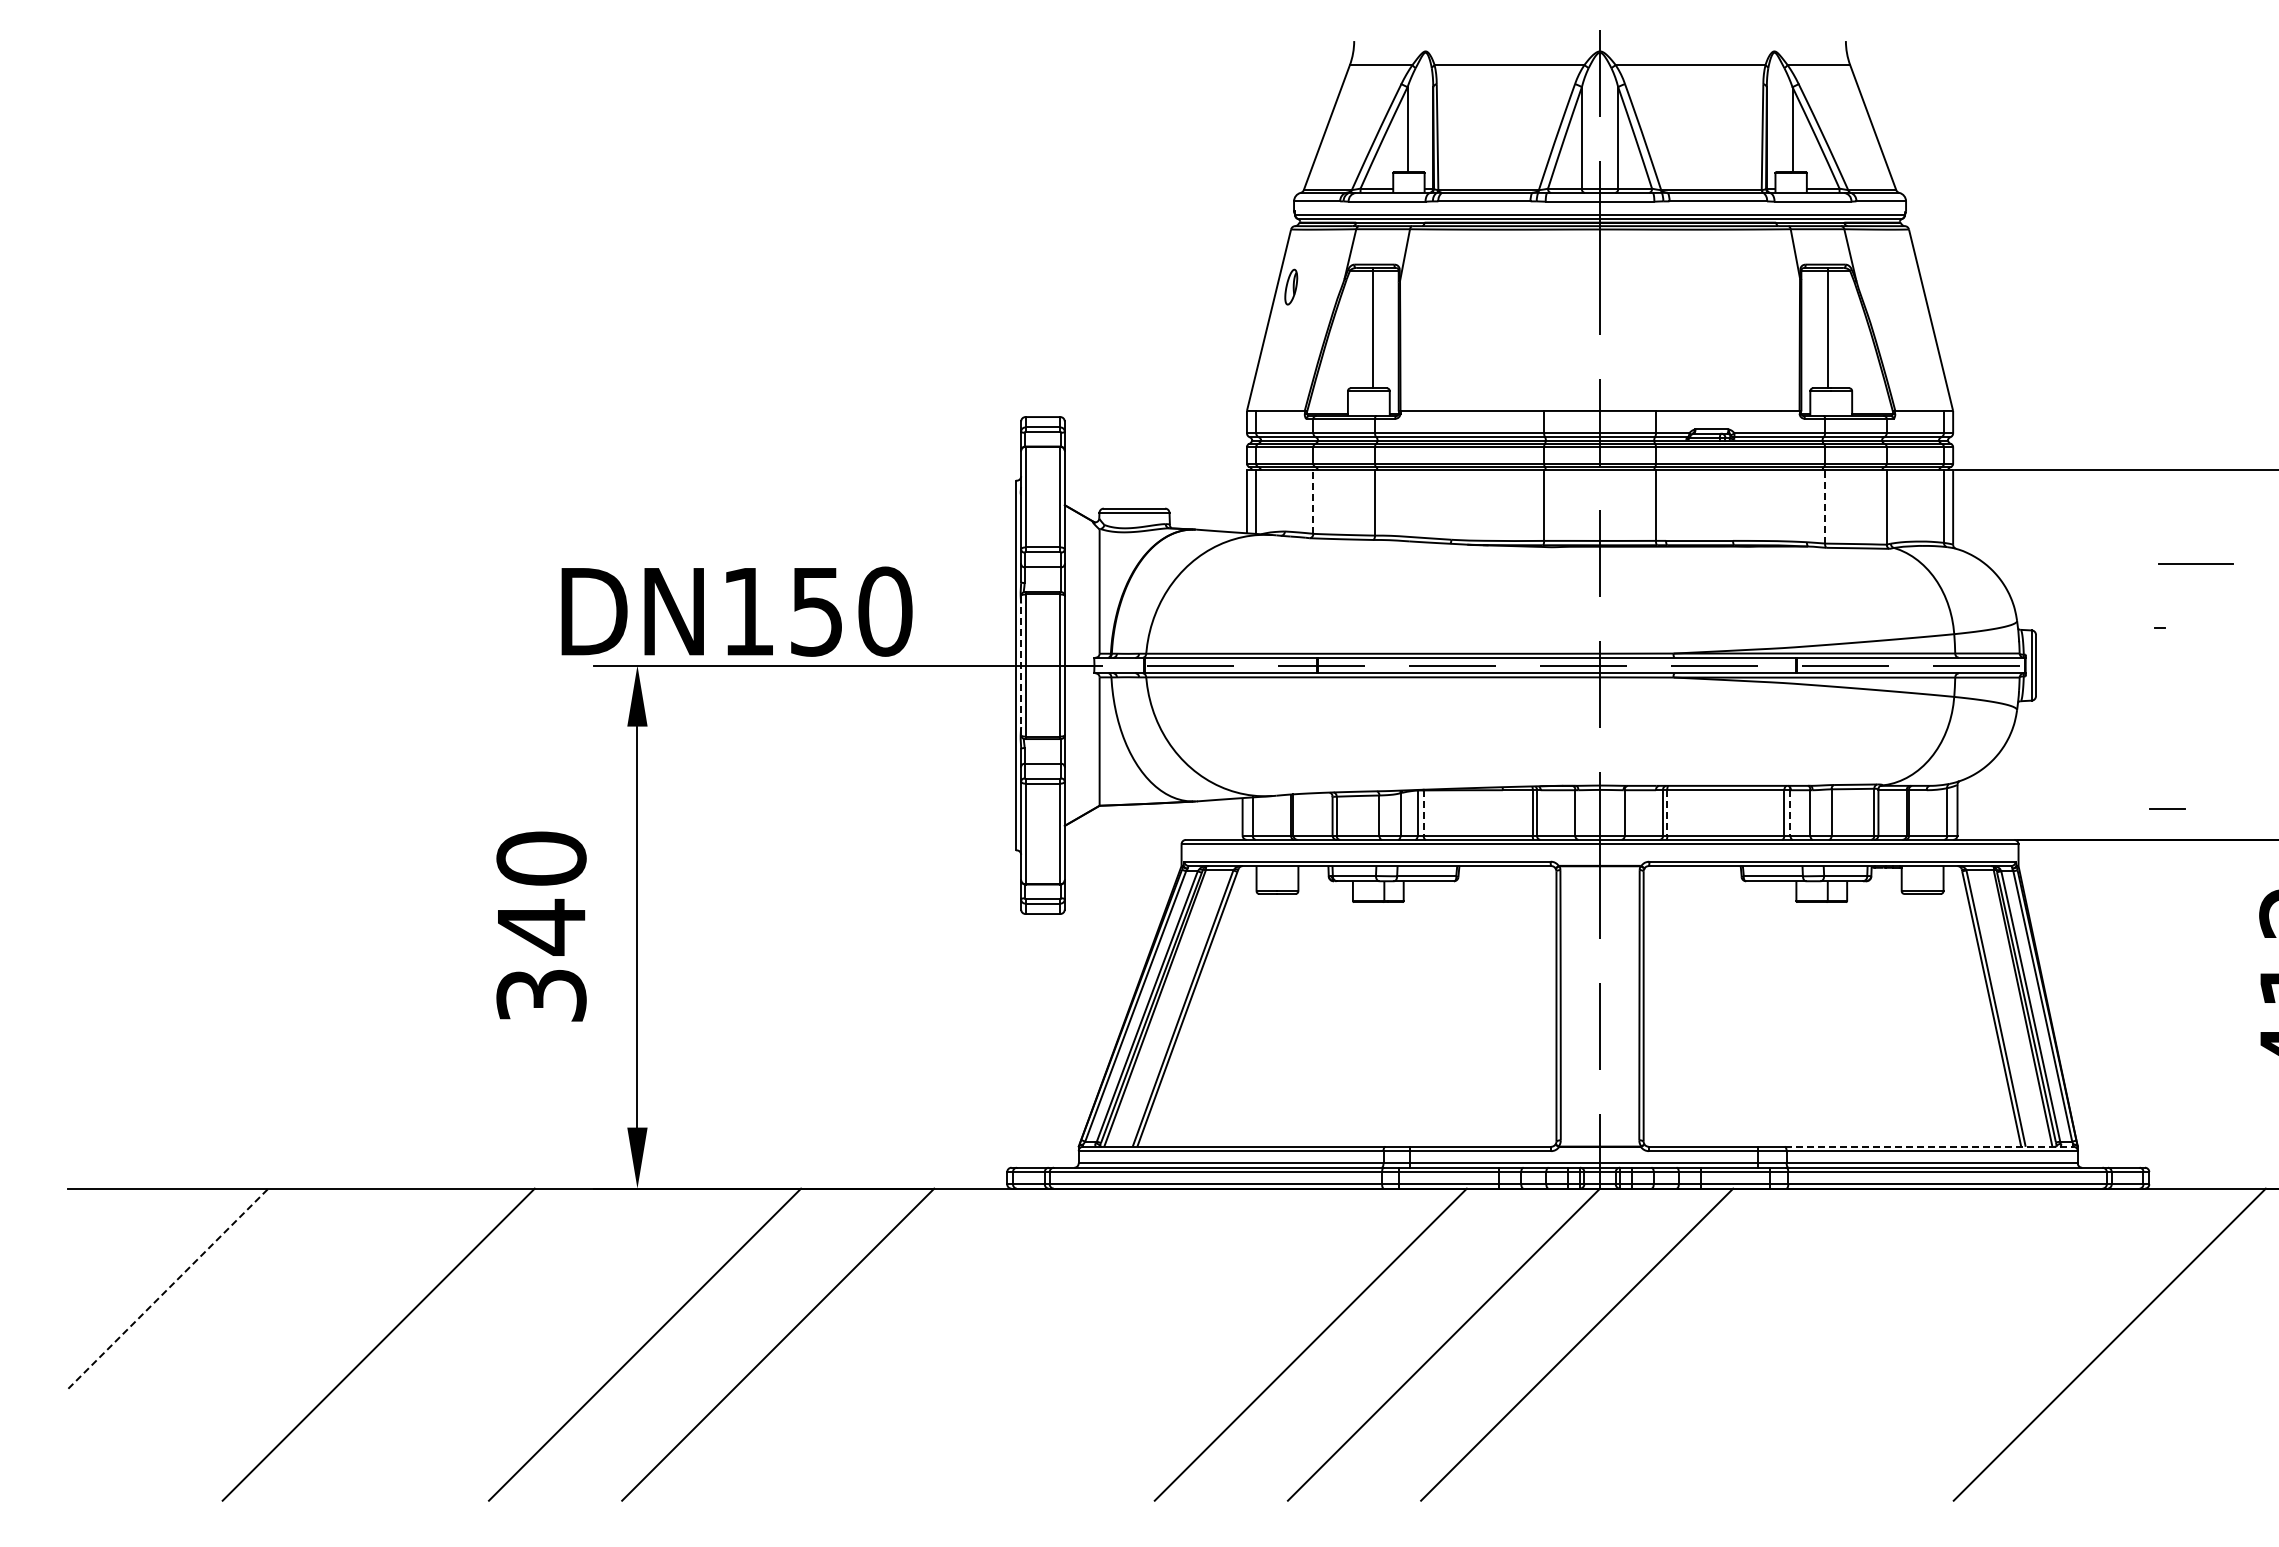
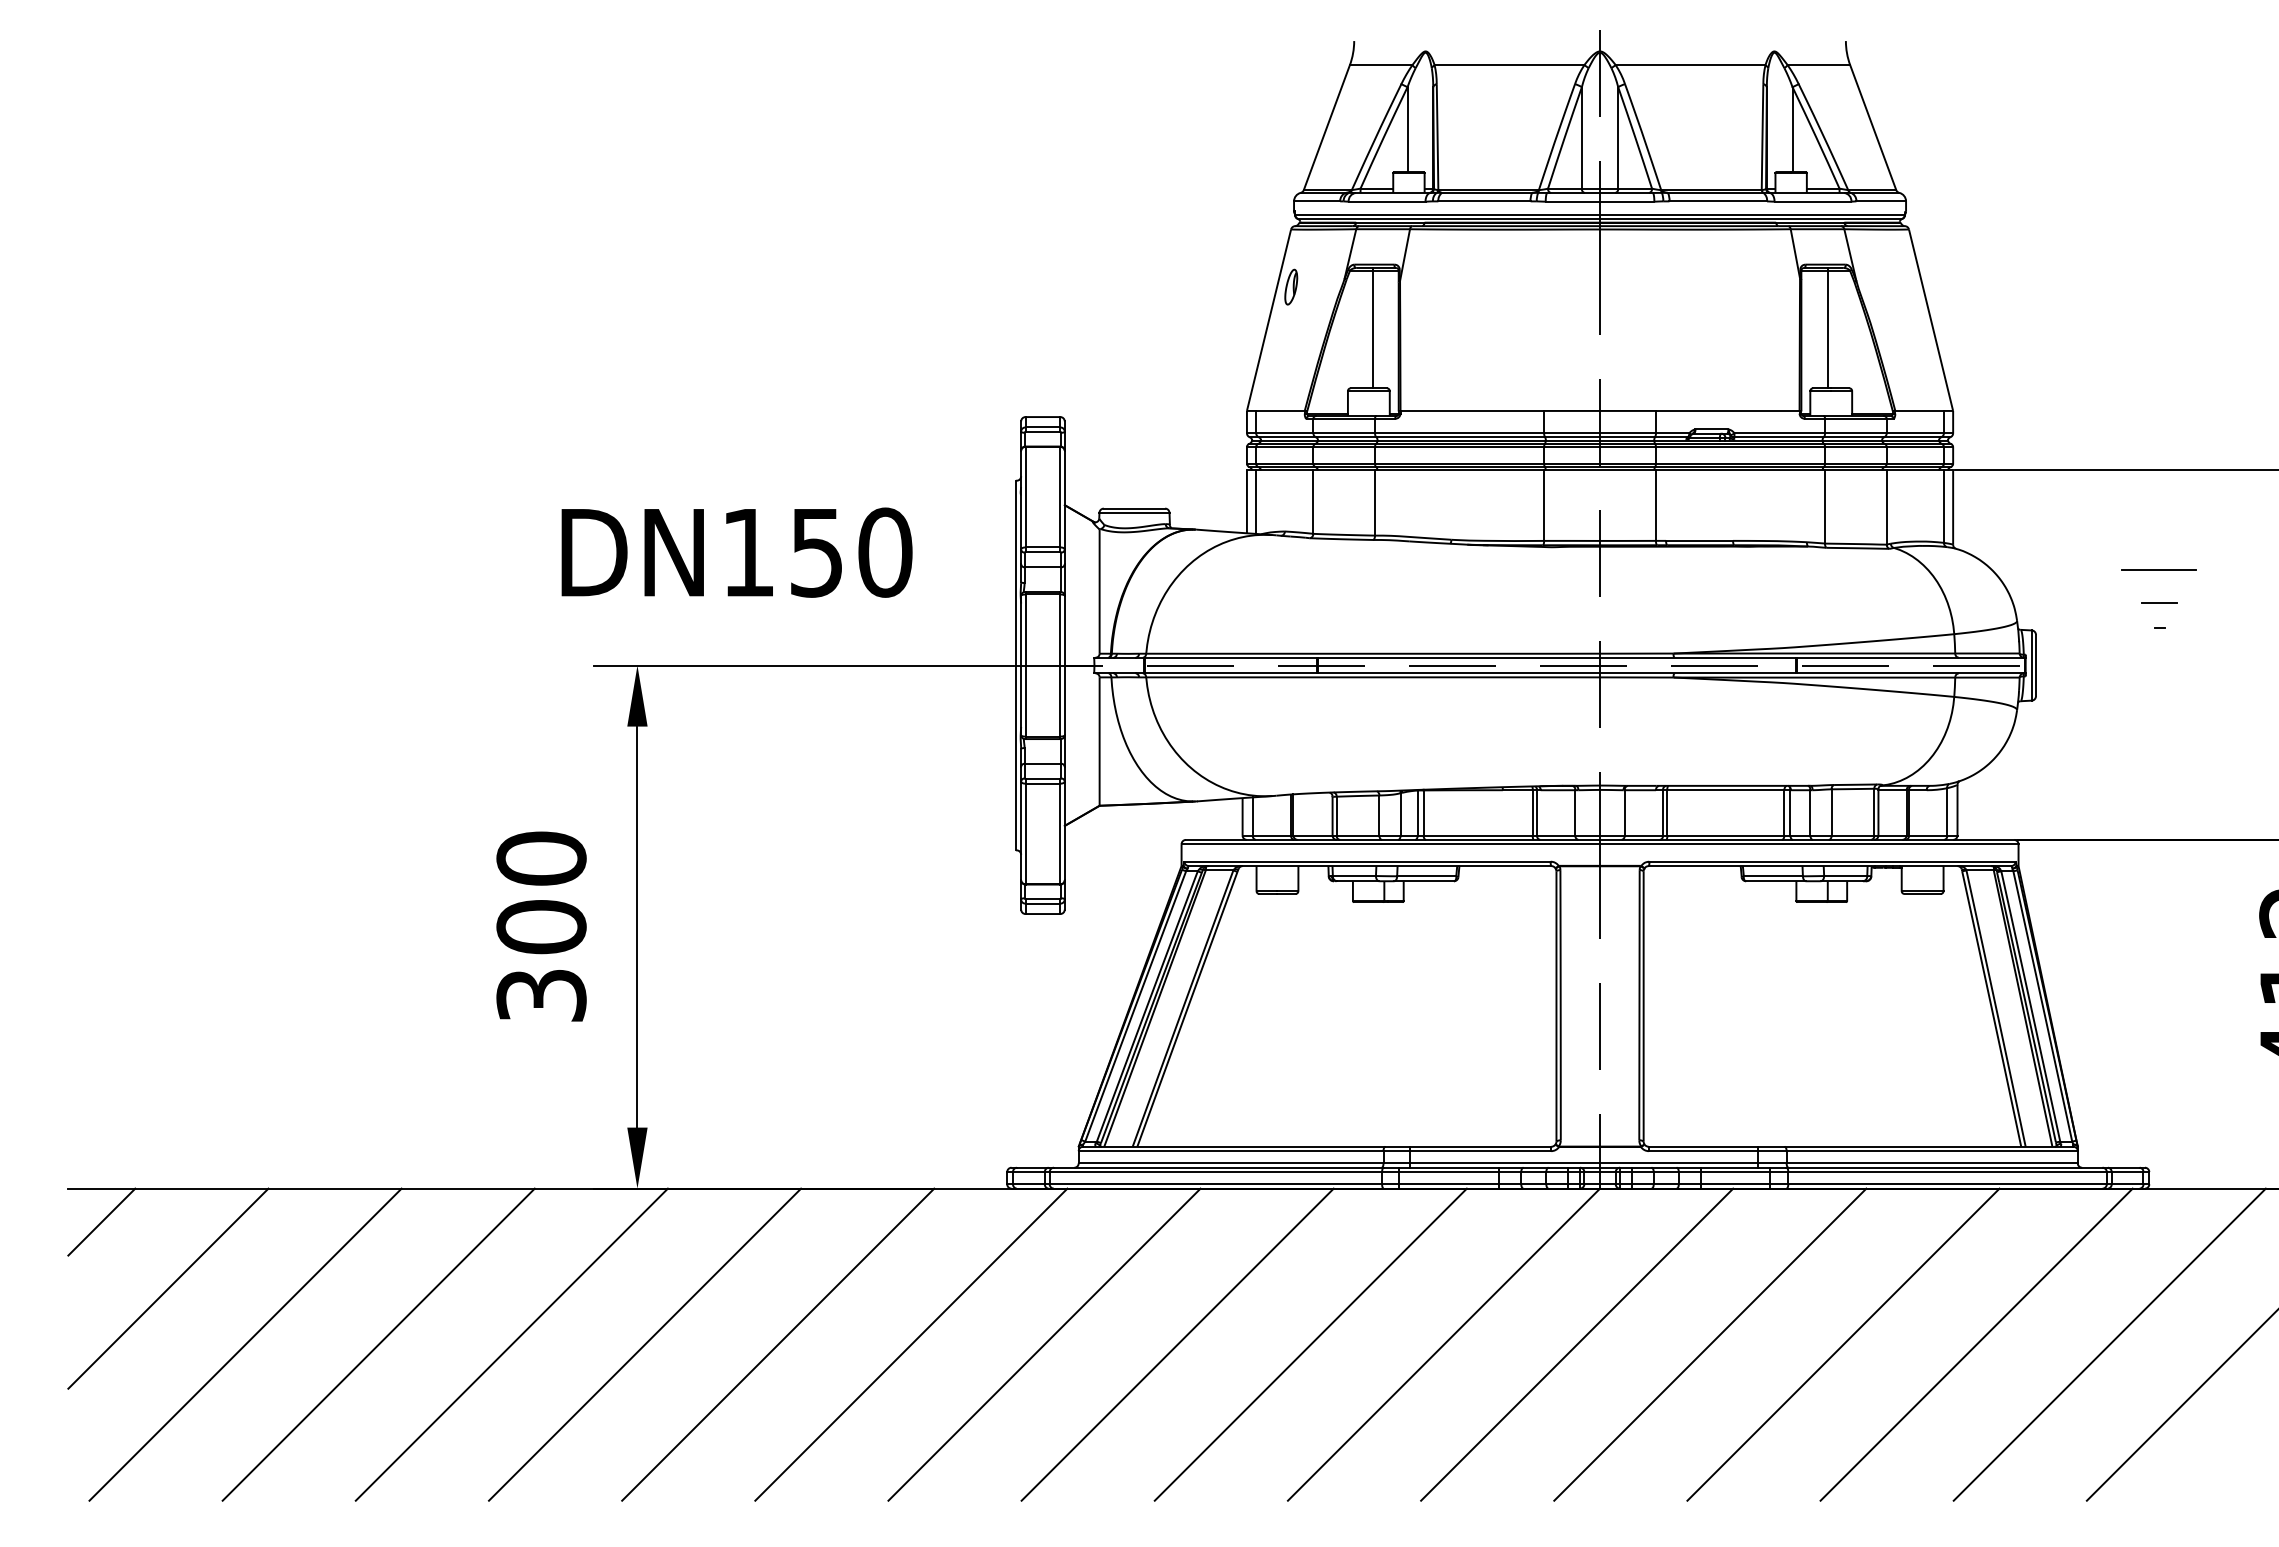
line at (1313, 502): dashed -> solid
line at (1825, 506): dashed -> solid
line at (2195, 563) position: (2195, 563) -> (2158, 569)
text at (736, 611) position: (736, 611) -> (736, 552)
line at (1021, 665): dashed -> solid
line at (2167, 808) position: (2167, 808) -> (2159, 602)
line at (1423, 812): dashed -> solid
line at (1667, 812): dashed -> solid
line at (1790, 812): dashed -> solid
text at (541, 926): 340 -> 300
line at (1929, 1146): dashed -> solid
line at (101, 1221): none -> present
line at (168, 1288): dashed -> solid
line at (245, 1344): none -> present
line at (511, 1344): none -> present
line at (911, 1344): none -> present
line at (1044, 1344): none -> present
line at (1177, 1344): none -> present
line at (1710, 1344): none -> present
line at (1843, 1344): none -> present
line at (1976, 1344): none -> present
line at (2180, 1405): none -> present
